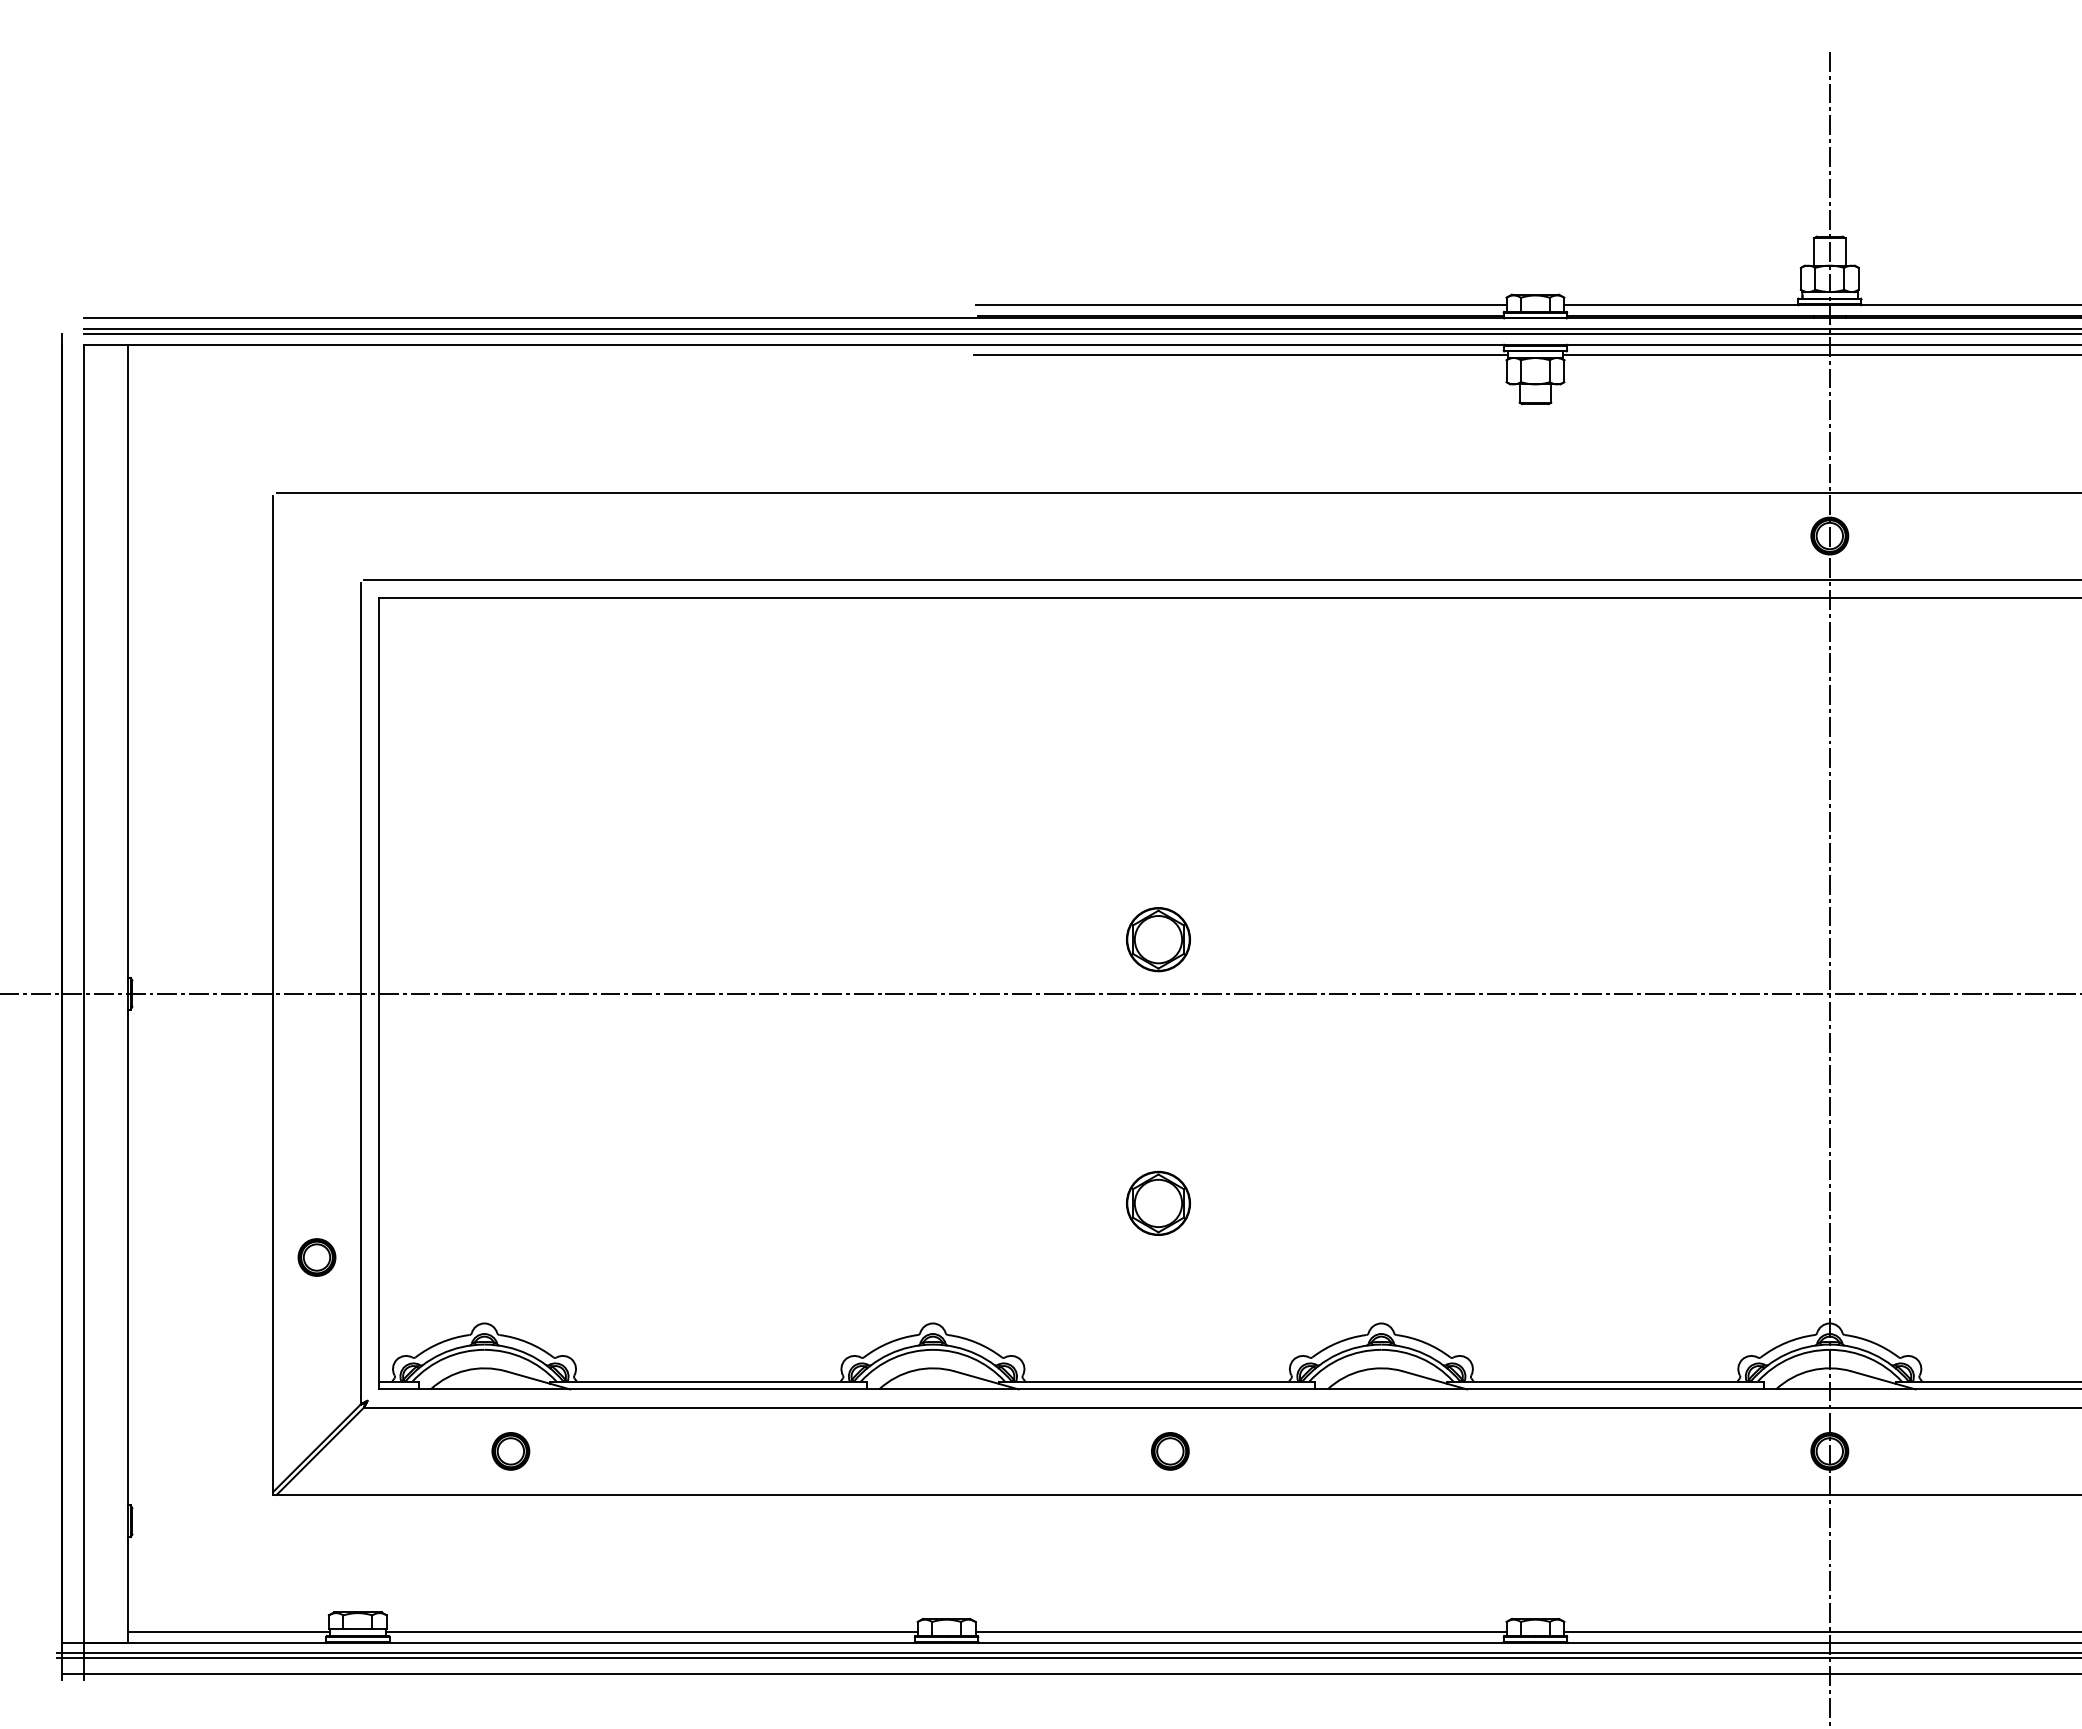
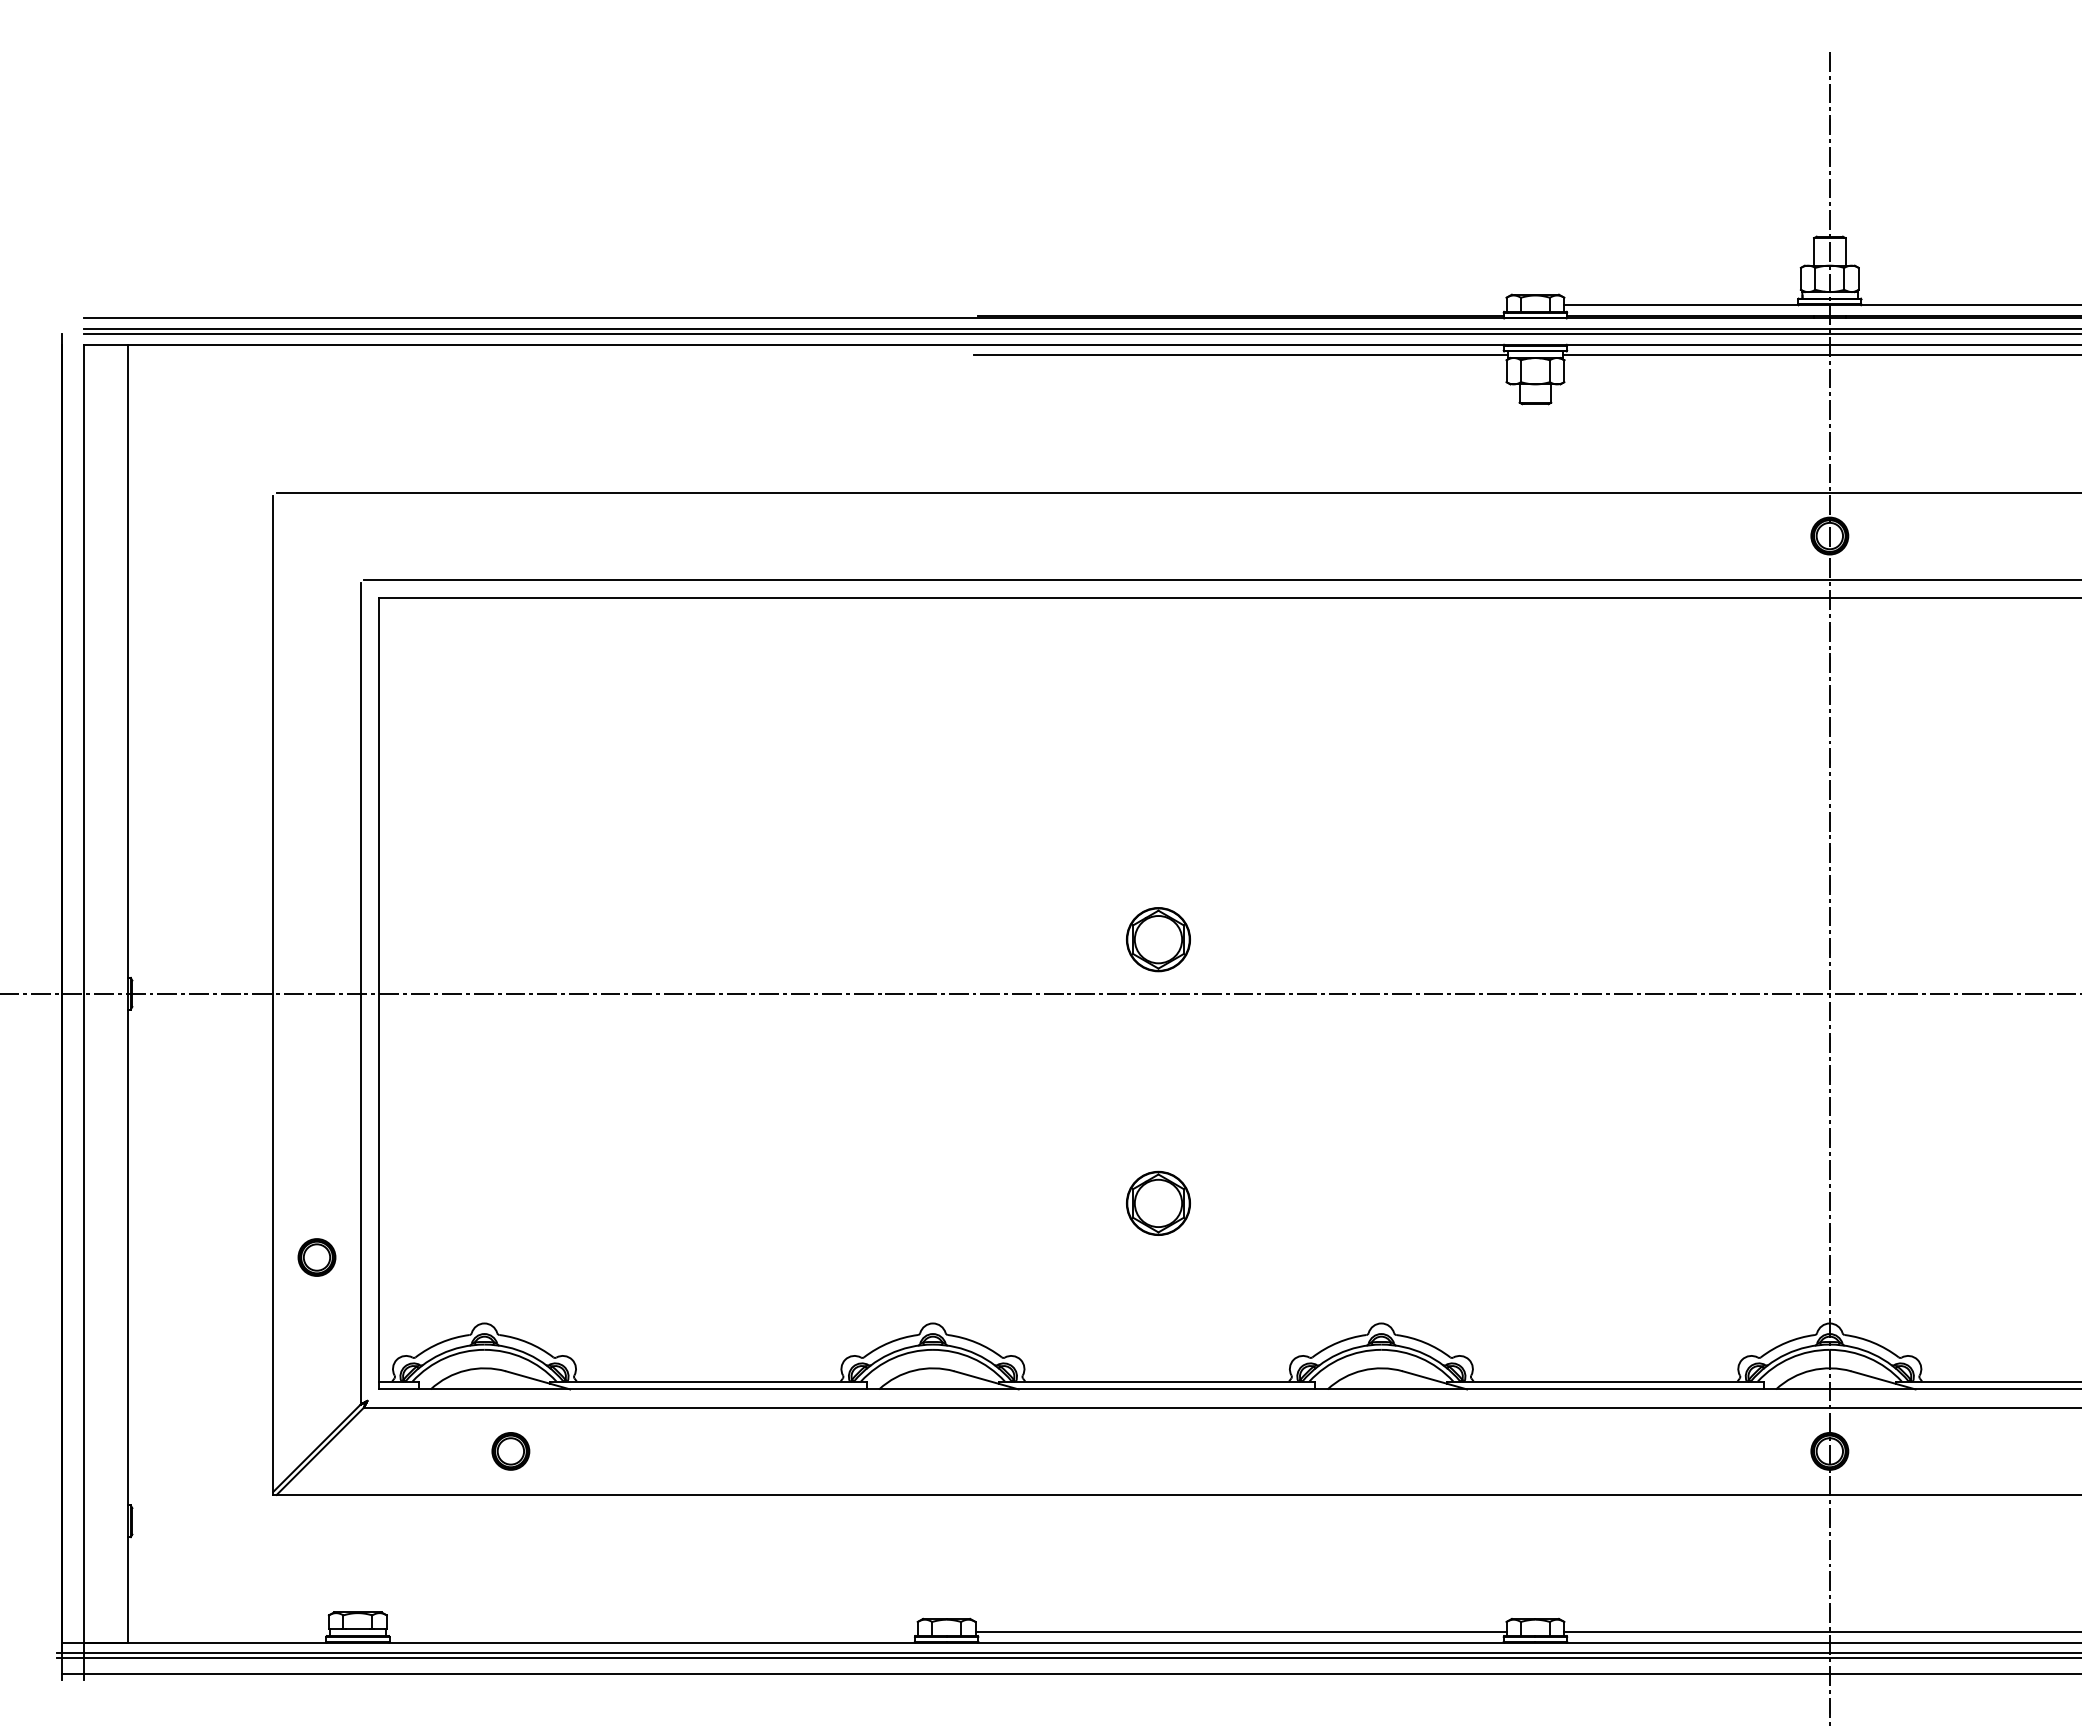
line at (1240, 305): present -> none
part at (1170, 1451): present -> none
line at (229, 1632): present -> none
line at (651, 1632): present -> none
